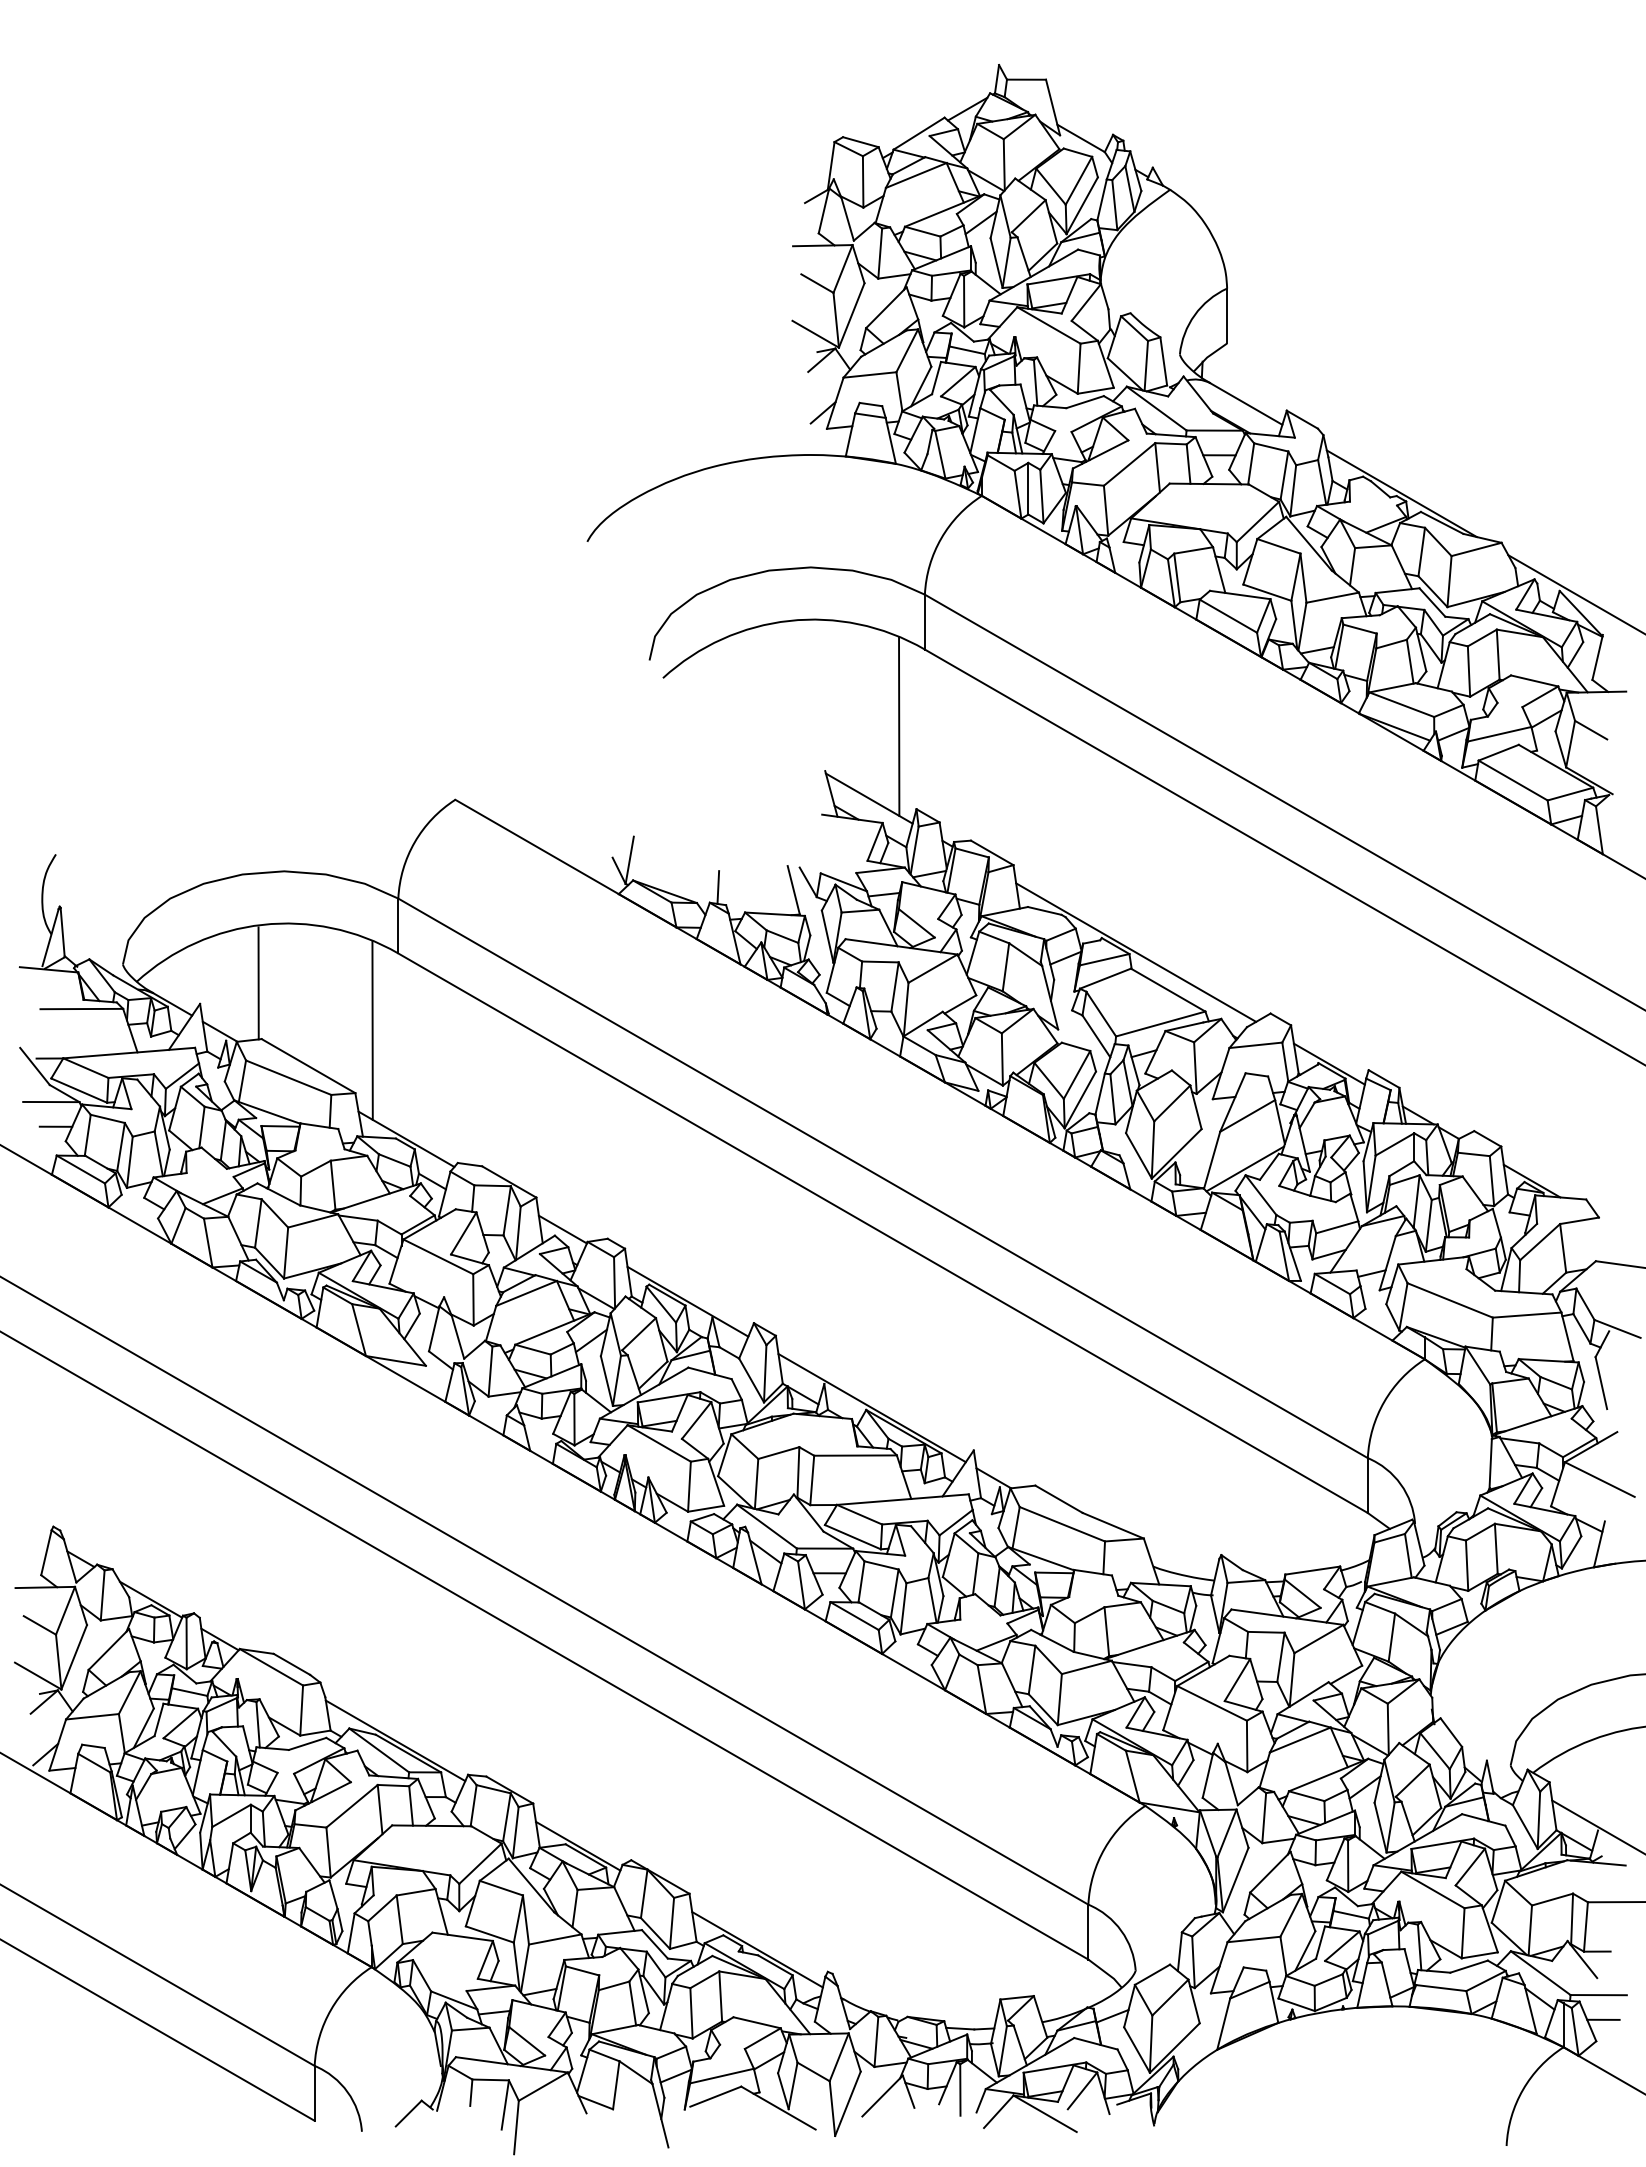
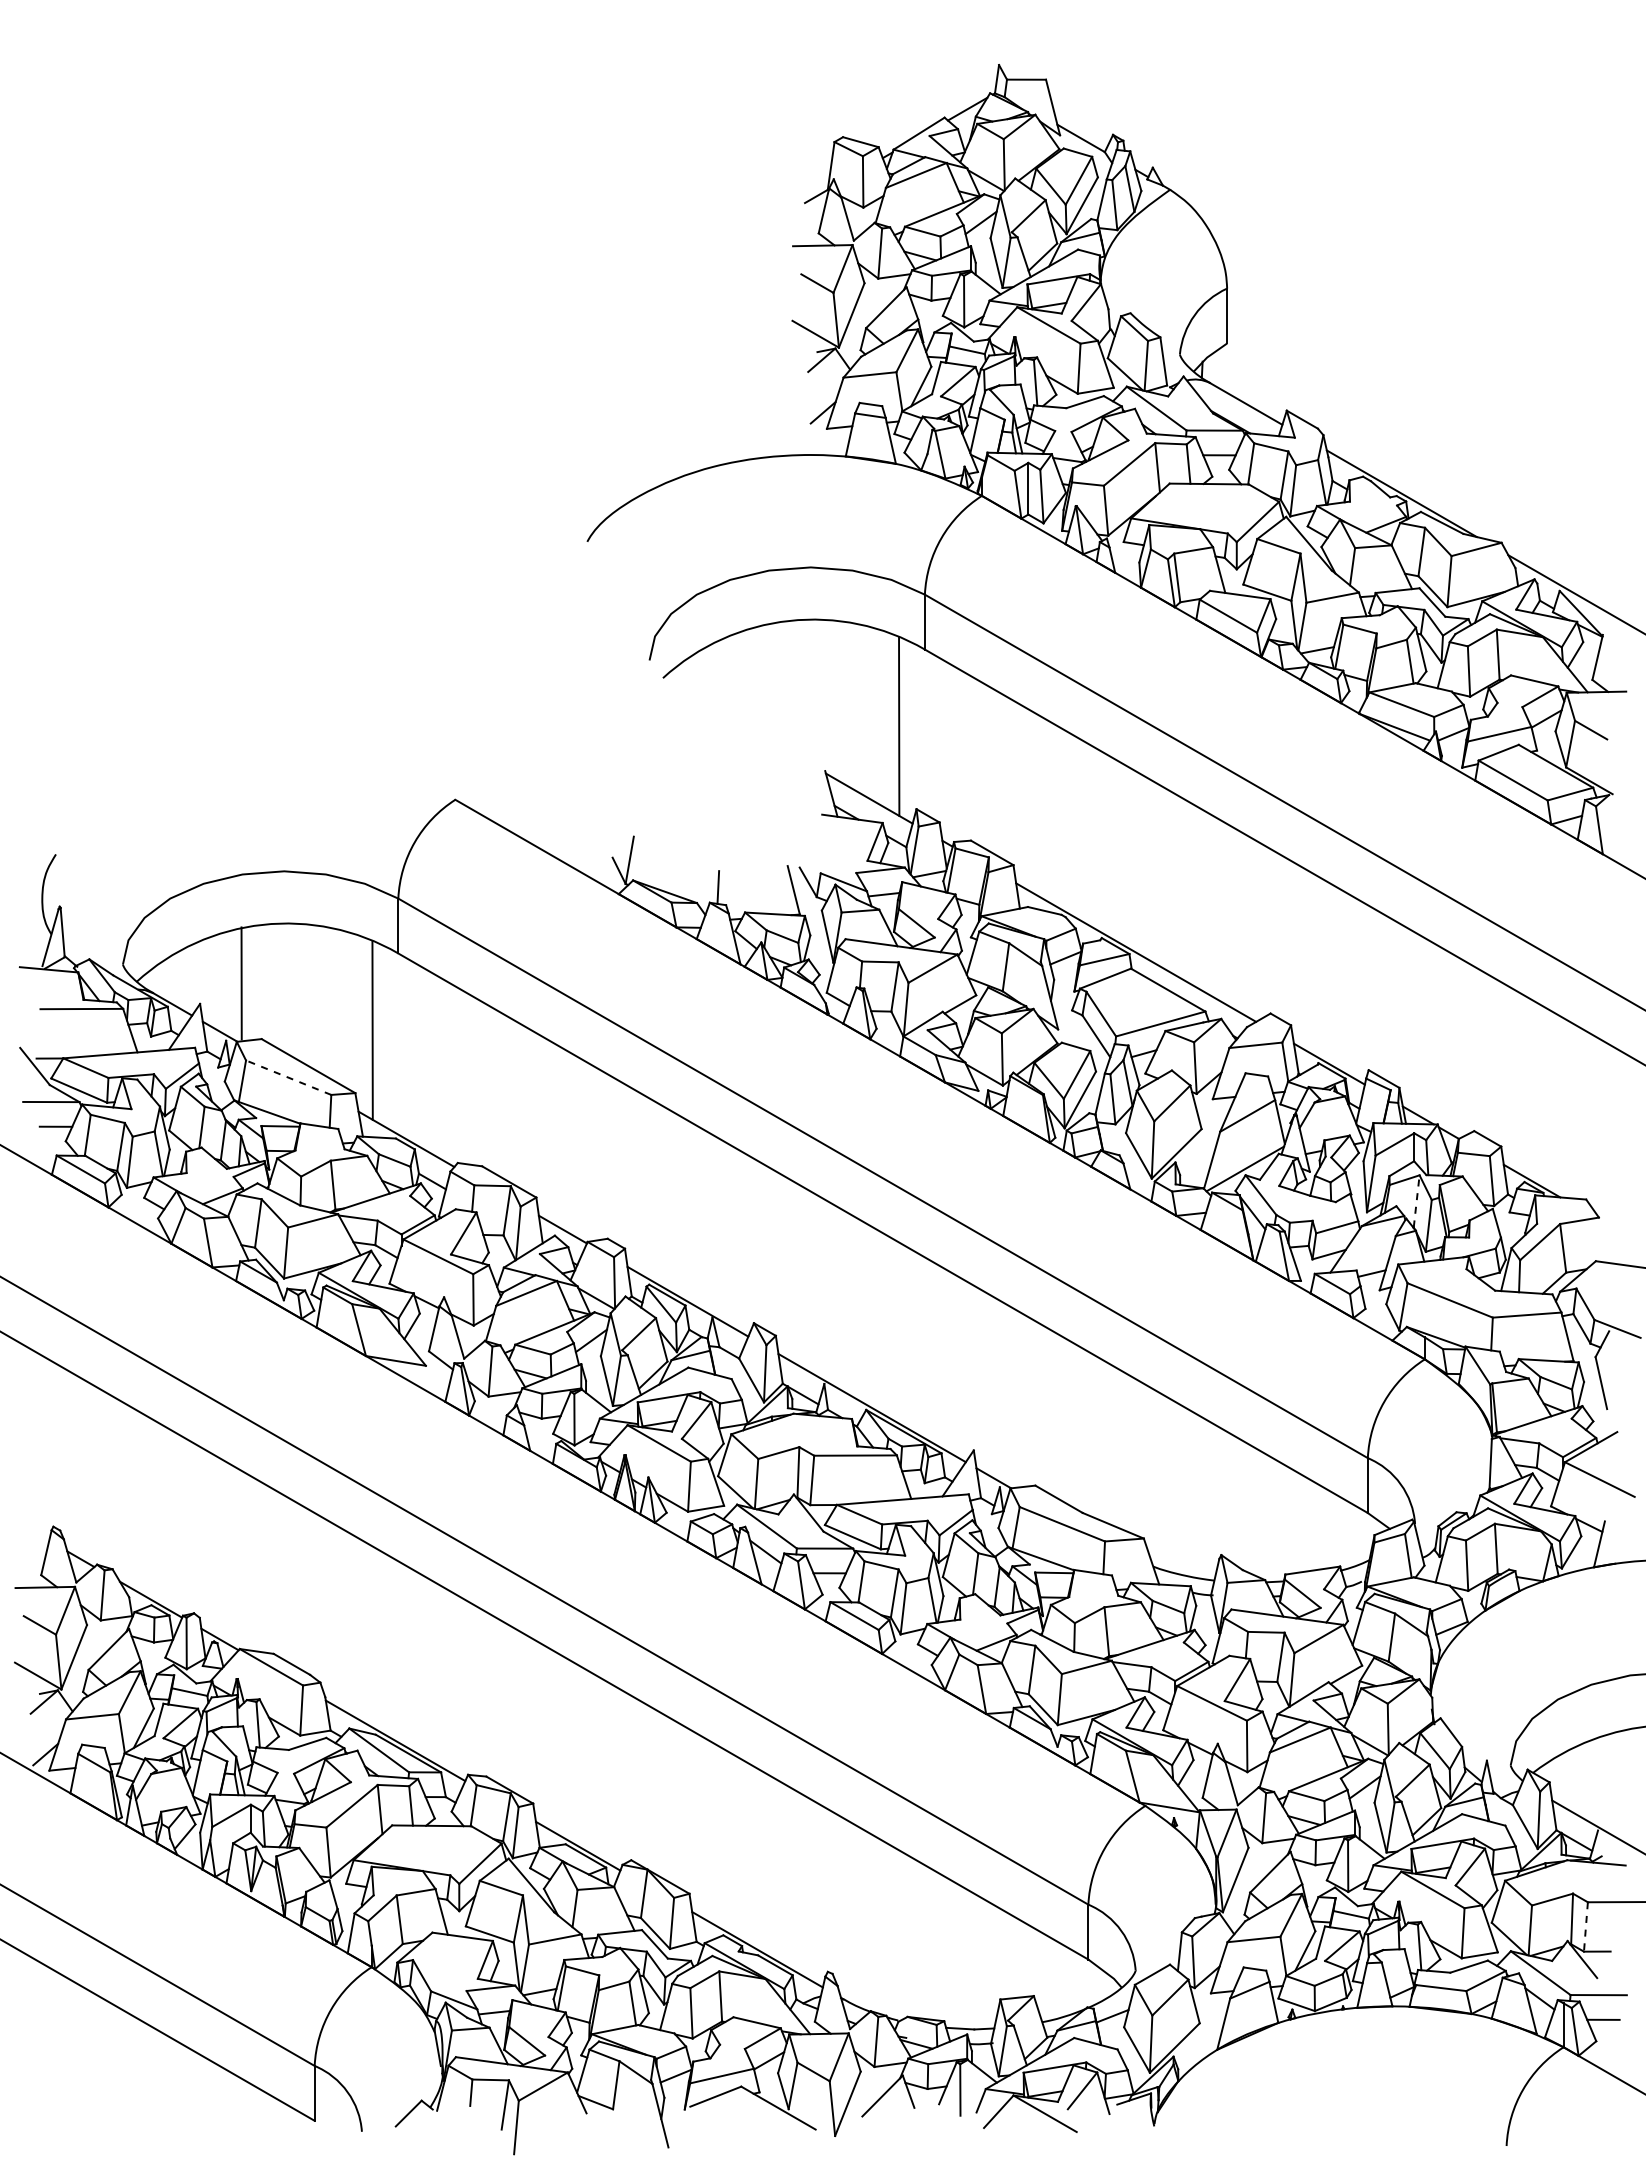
line at (258, 983) position: (258, 983) -> (241, 983)
line at (288, 1077): solid -> dashed
line at (1416, 1200): solid -> dashed
line at (1585, 1926): solid -> dashed
